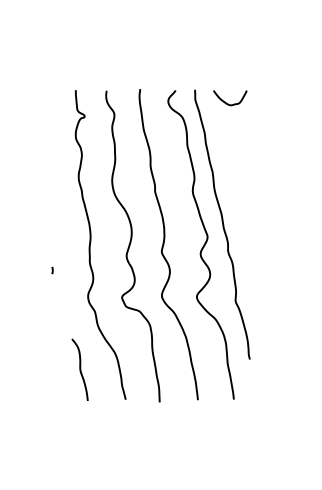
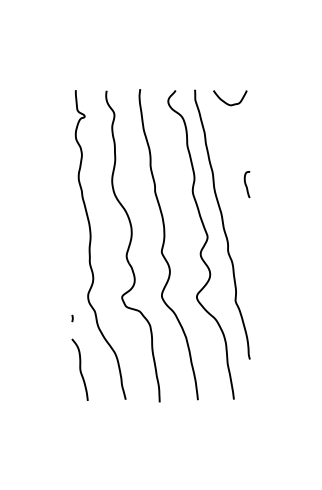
curve at (246, 184): none -> present
curve at (52, 270) position: (52, 270) -> (72, 318)
